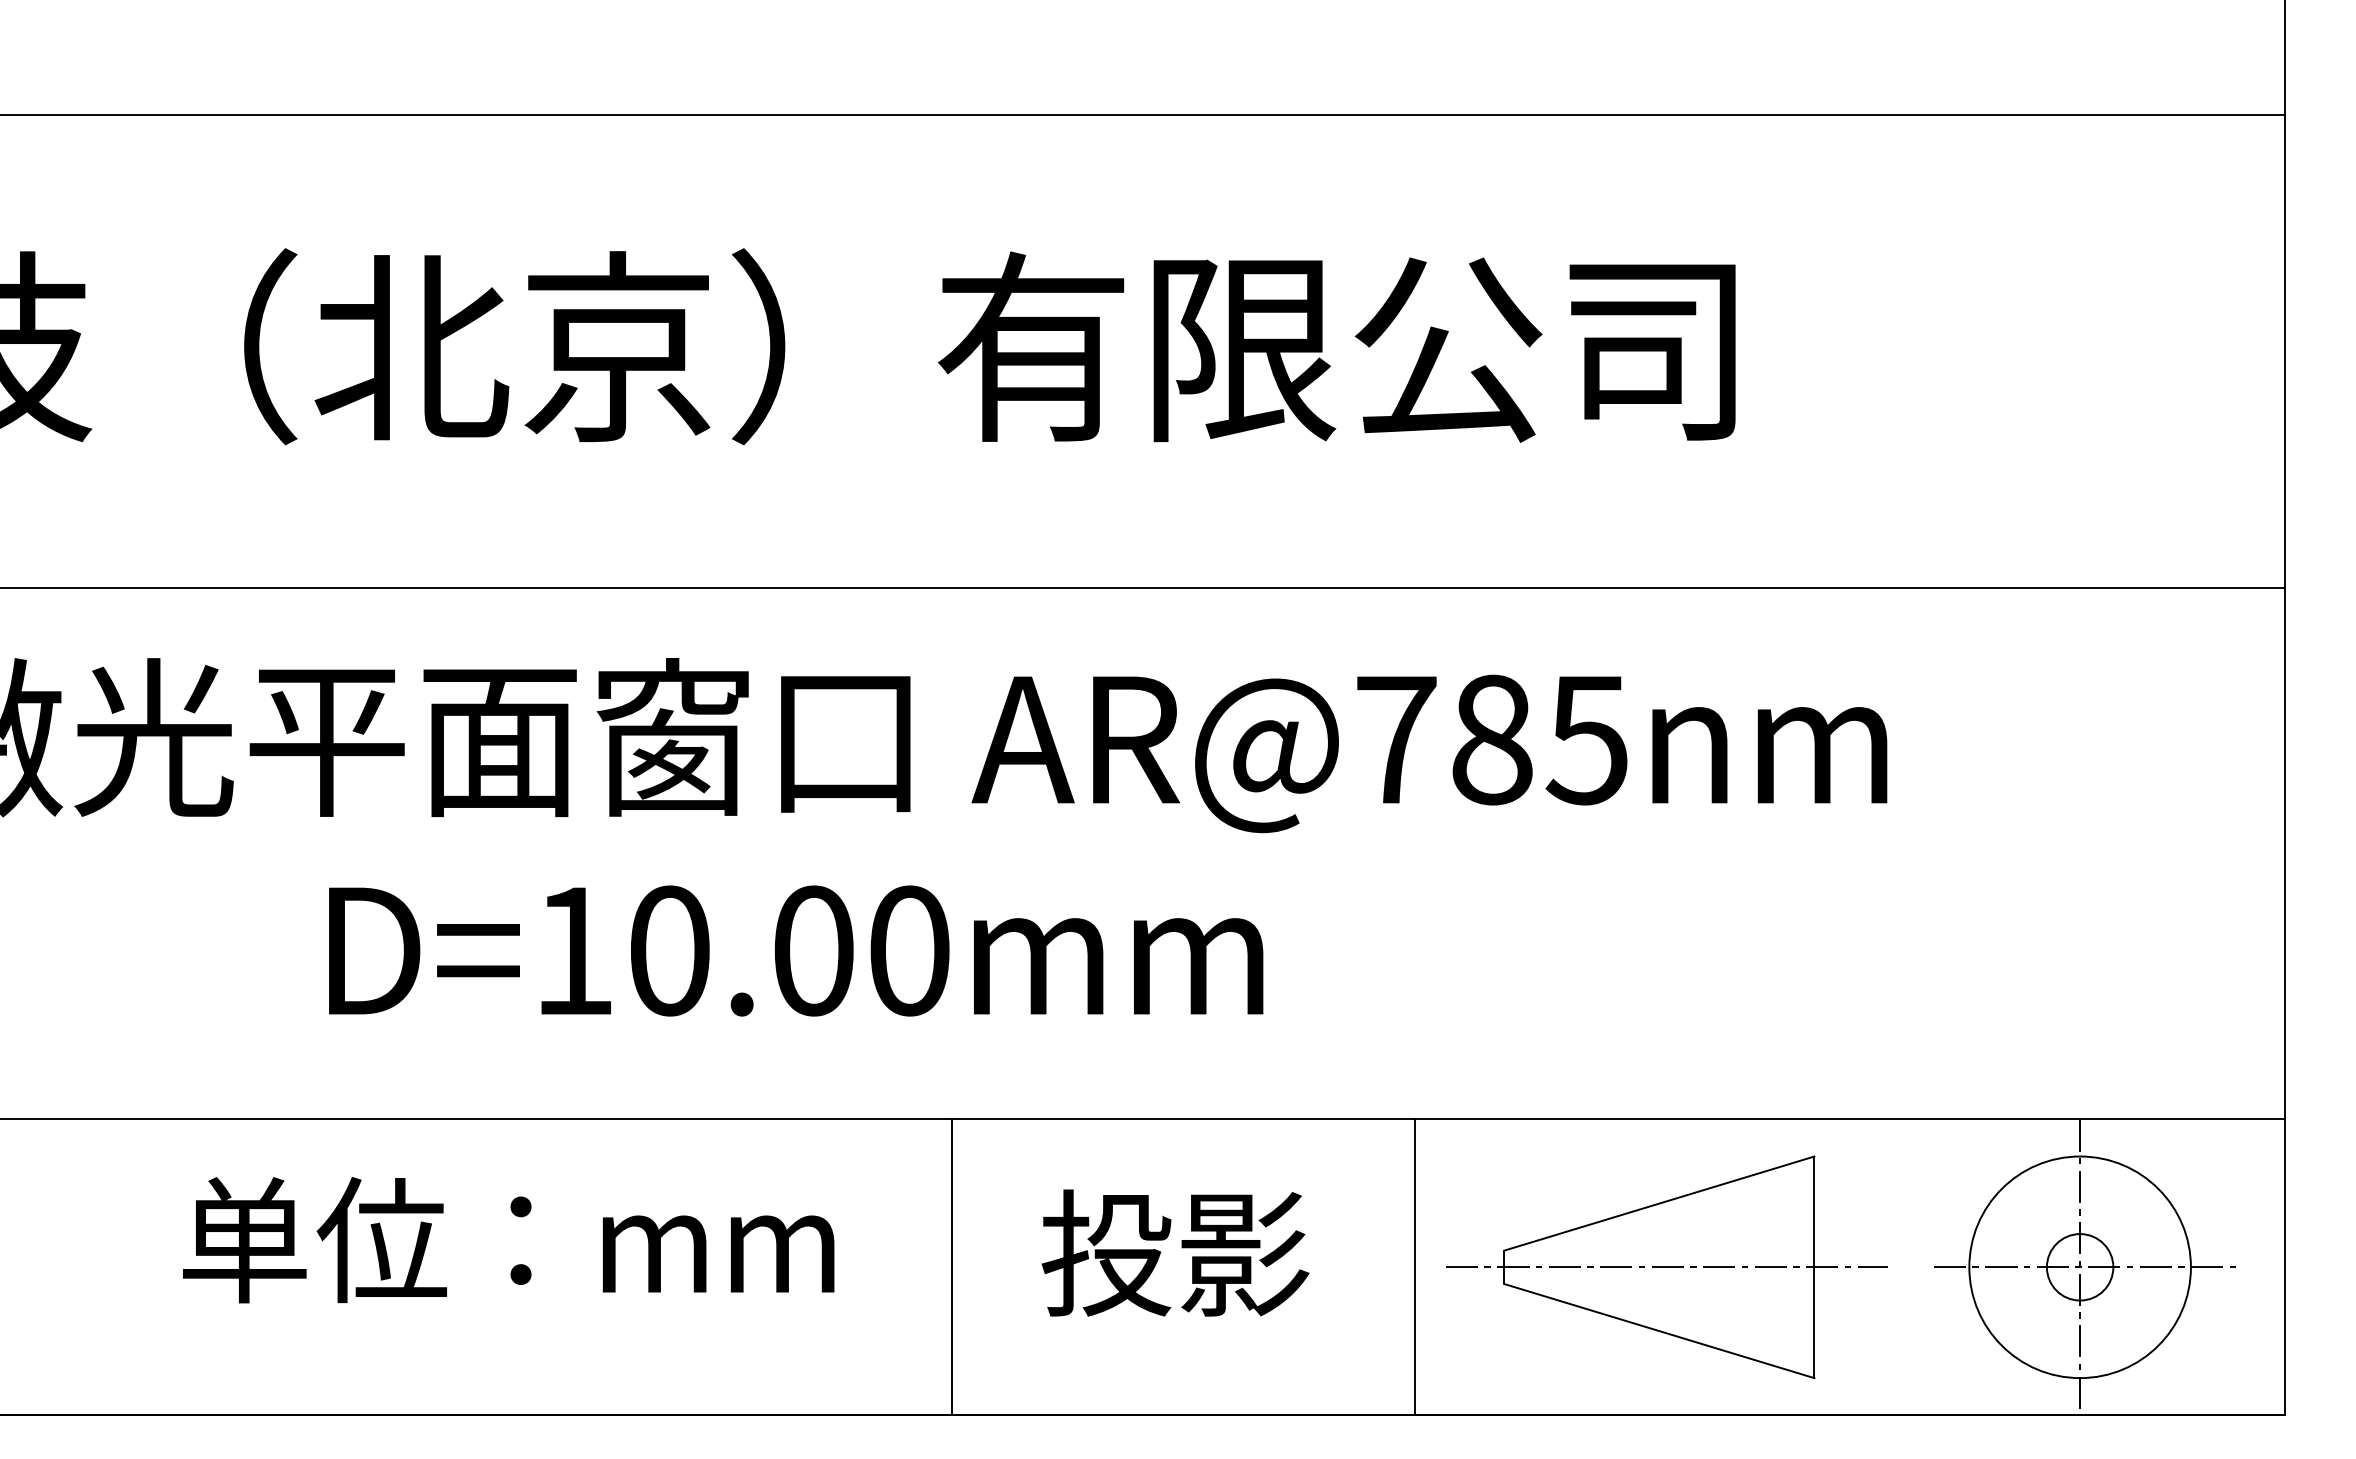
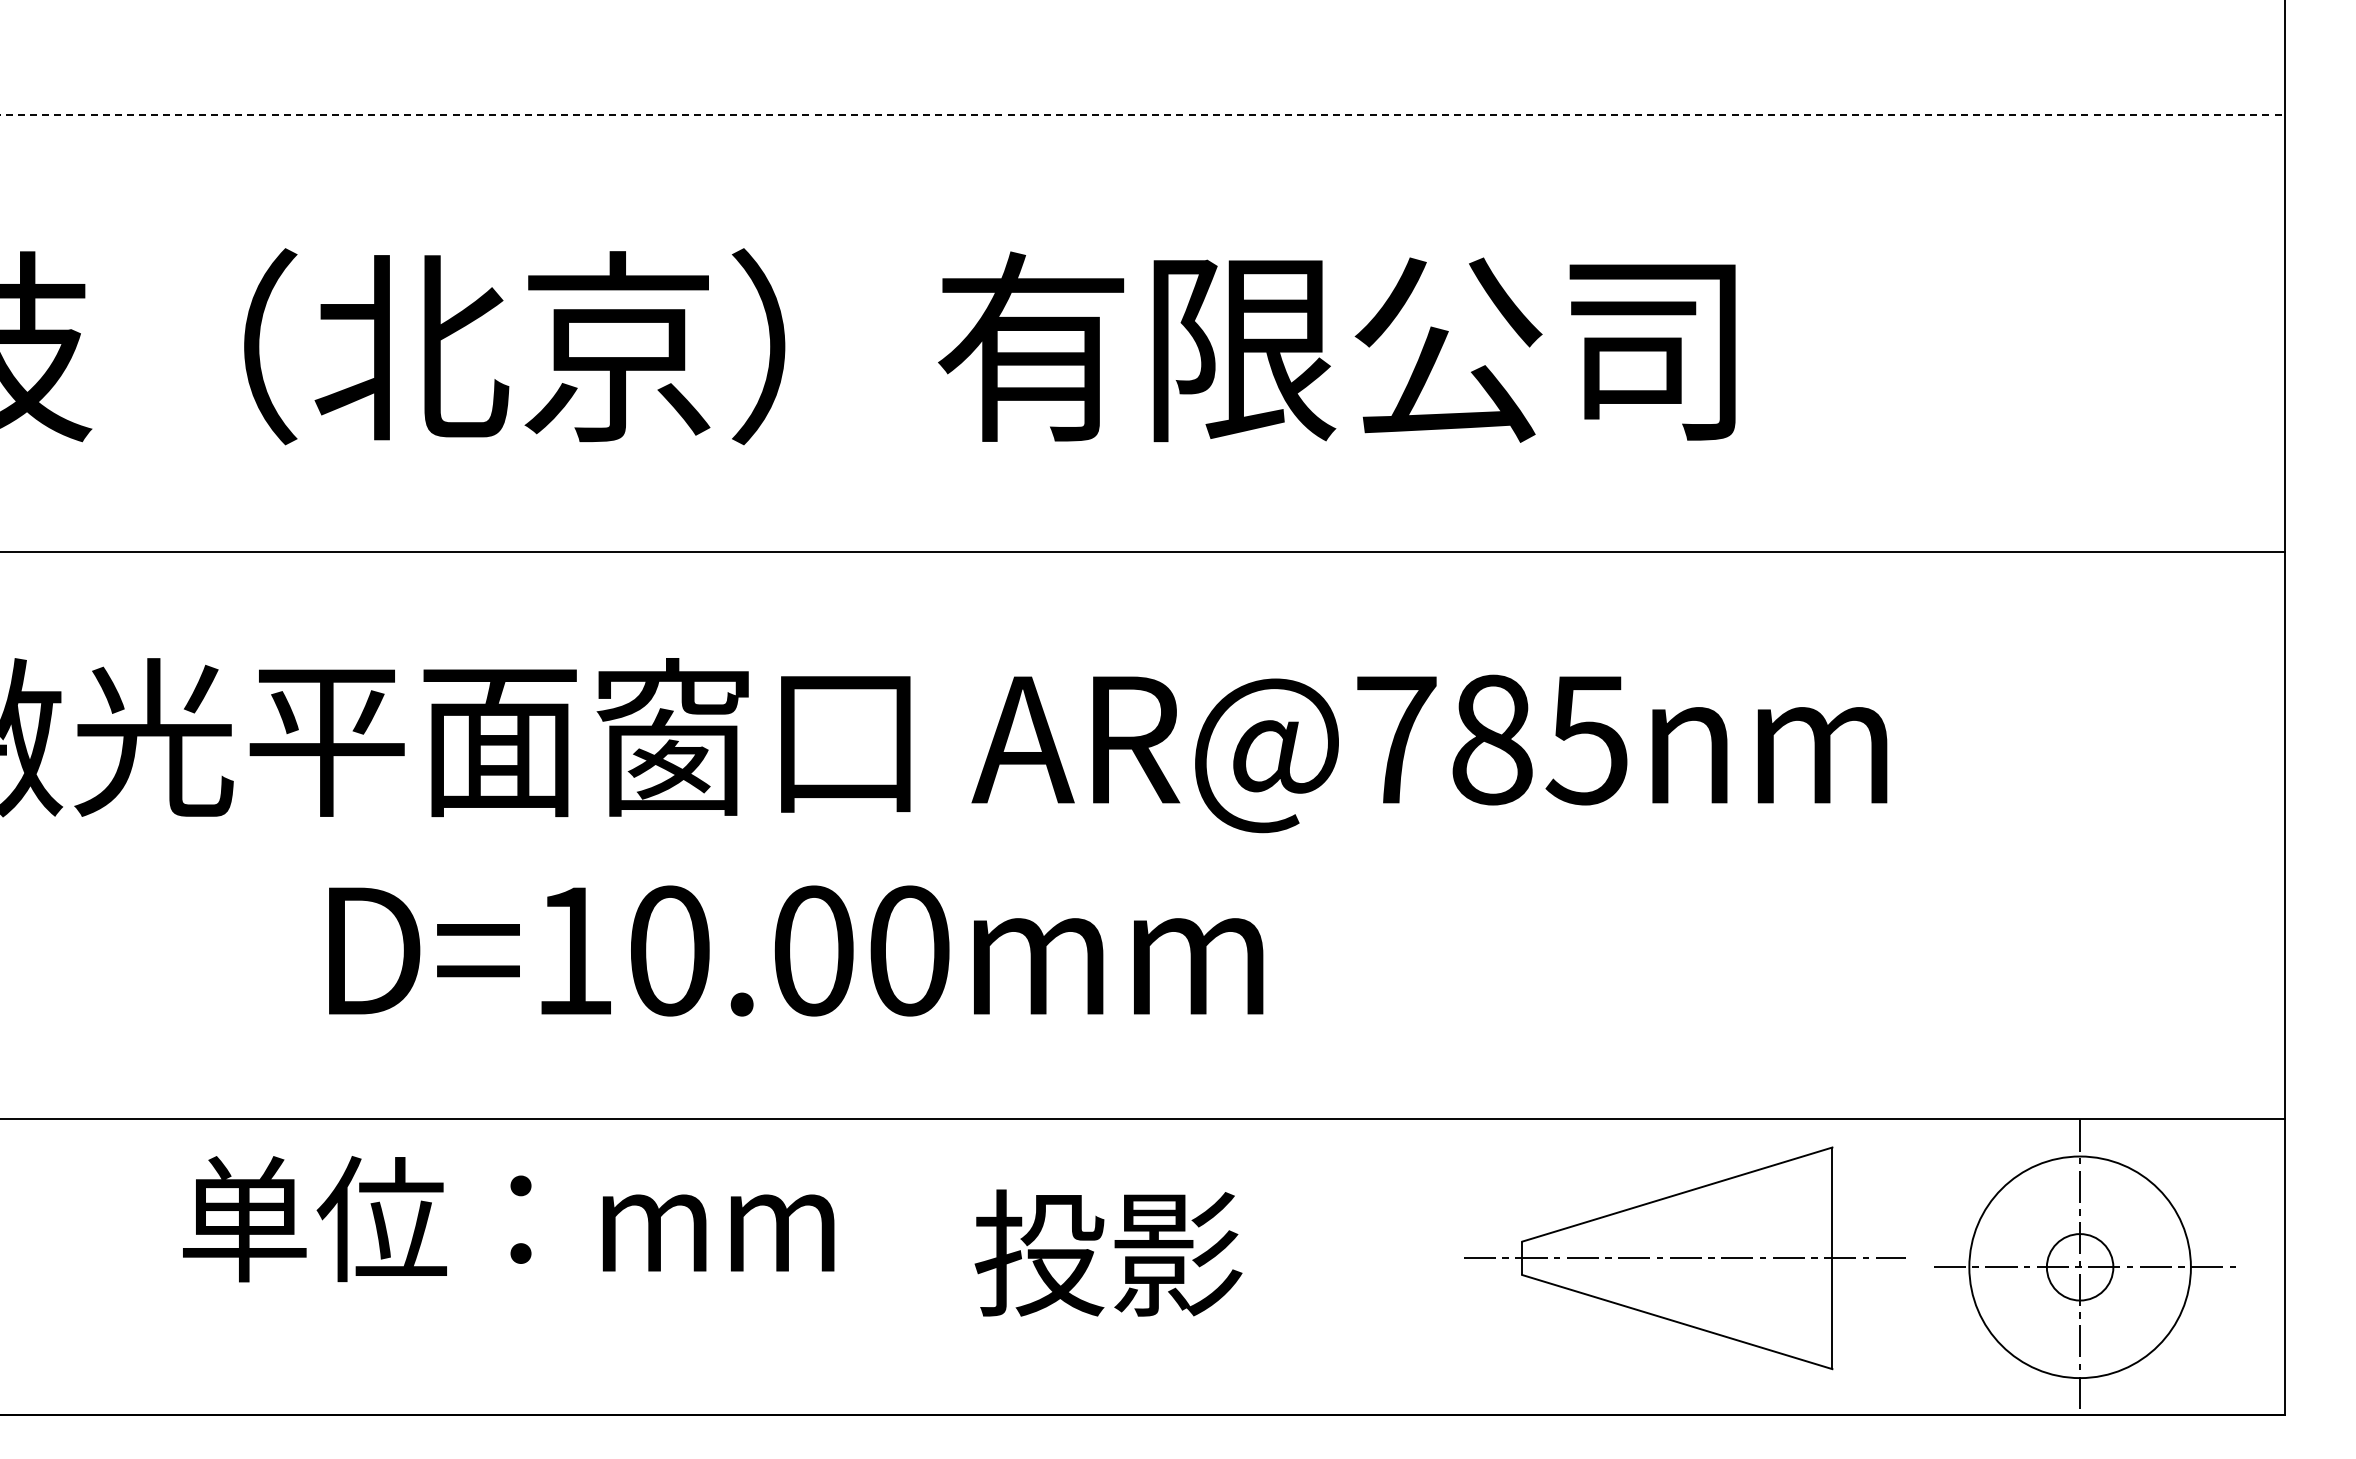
line at (1143, 114): solid -> dashed
line at (1143, 587) position: (1143, 587) -> (1143, 551)
text at (508, 1240) position: (508, 1240) -> (508, 1219)
text at (1175, 1252) position: (1175, 1252) -> (1108, 1252)
line at (952, 1267): present -> none
line at (1414, 1267): present -> none
part at (1666, 1267) position: (1666, 1267) -> (1684, 1258)
